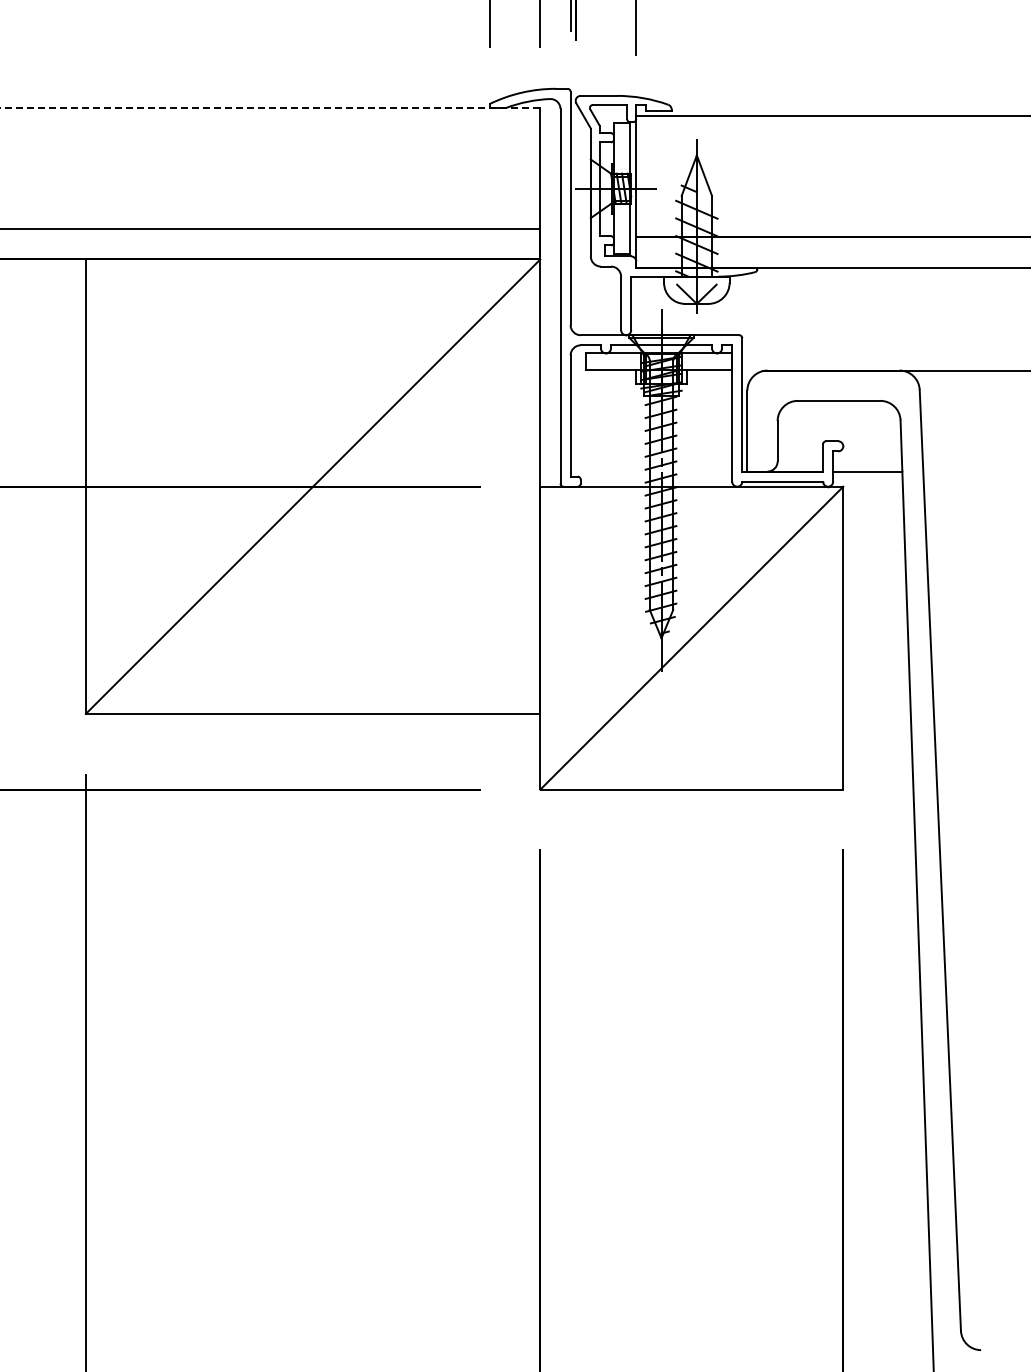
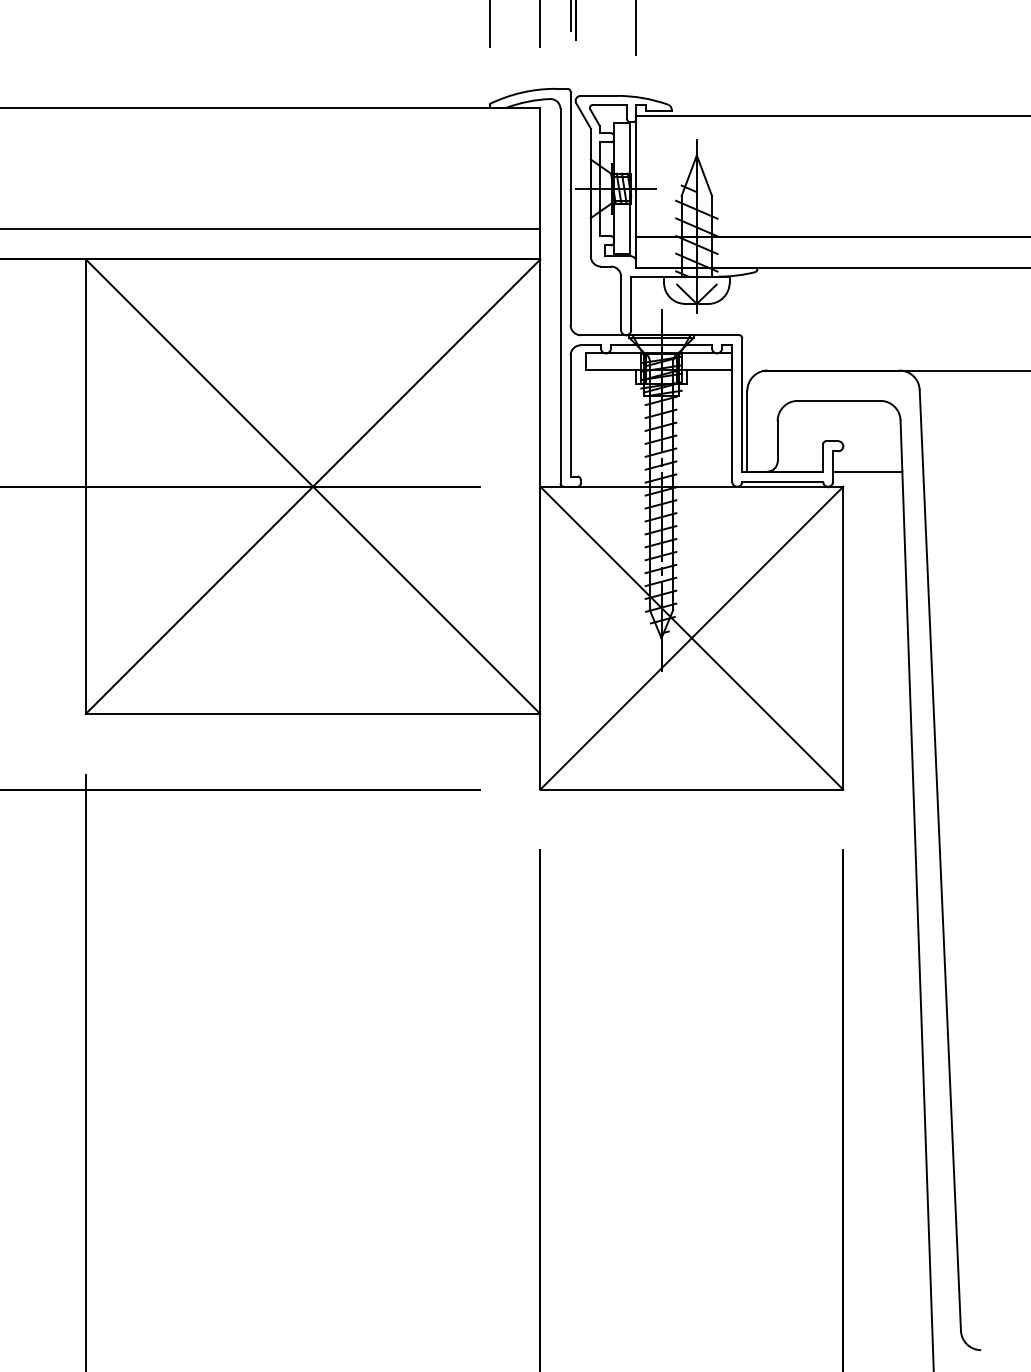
line at (270, 108): dashed -> solid
line at (312, 486): none -> present
line at (691, 637): none -> present
